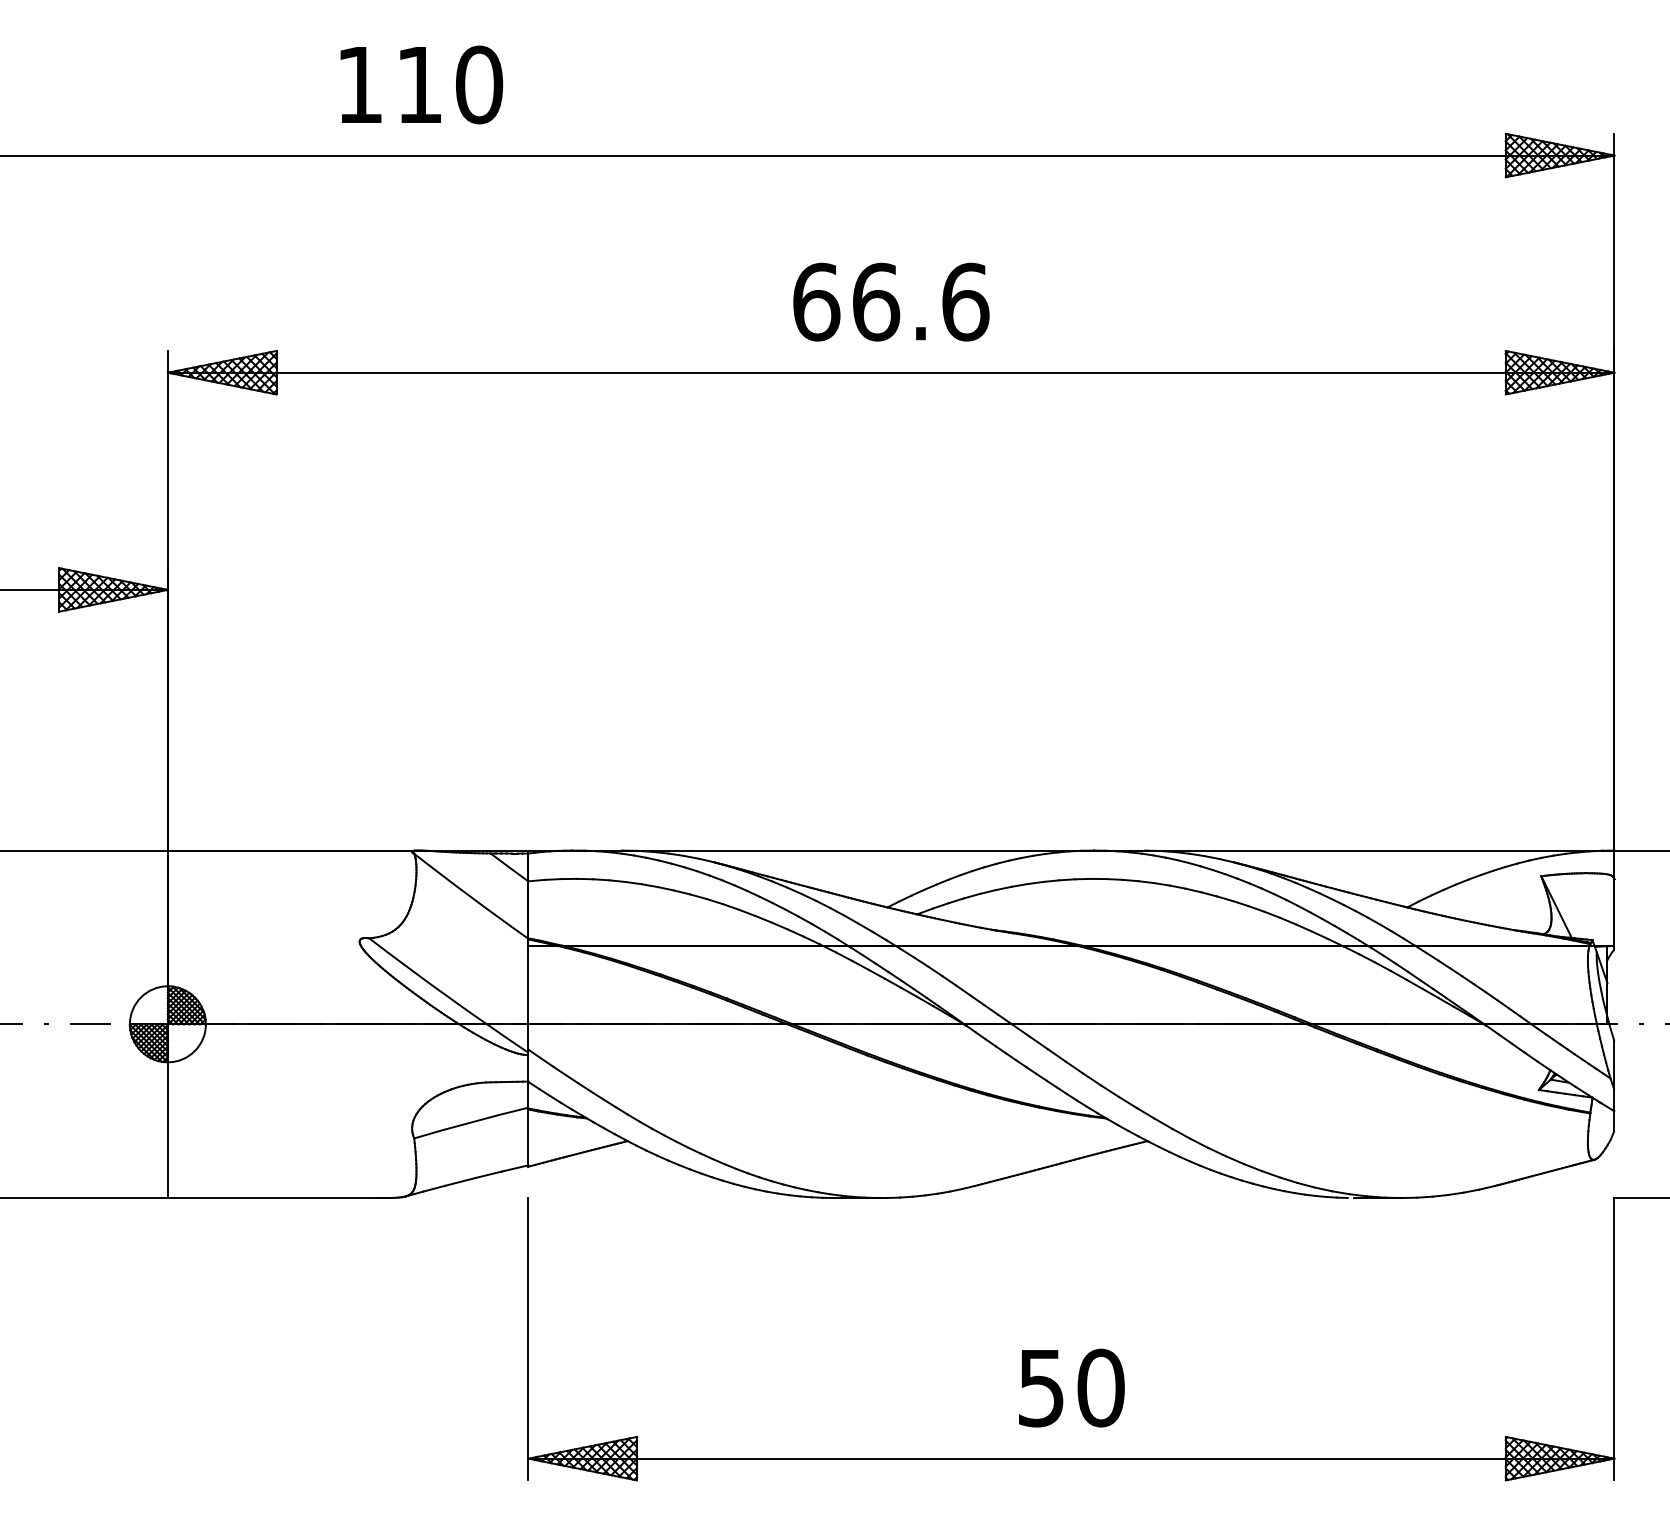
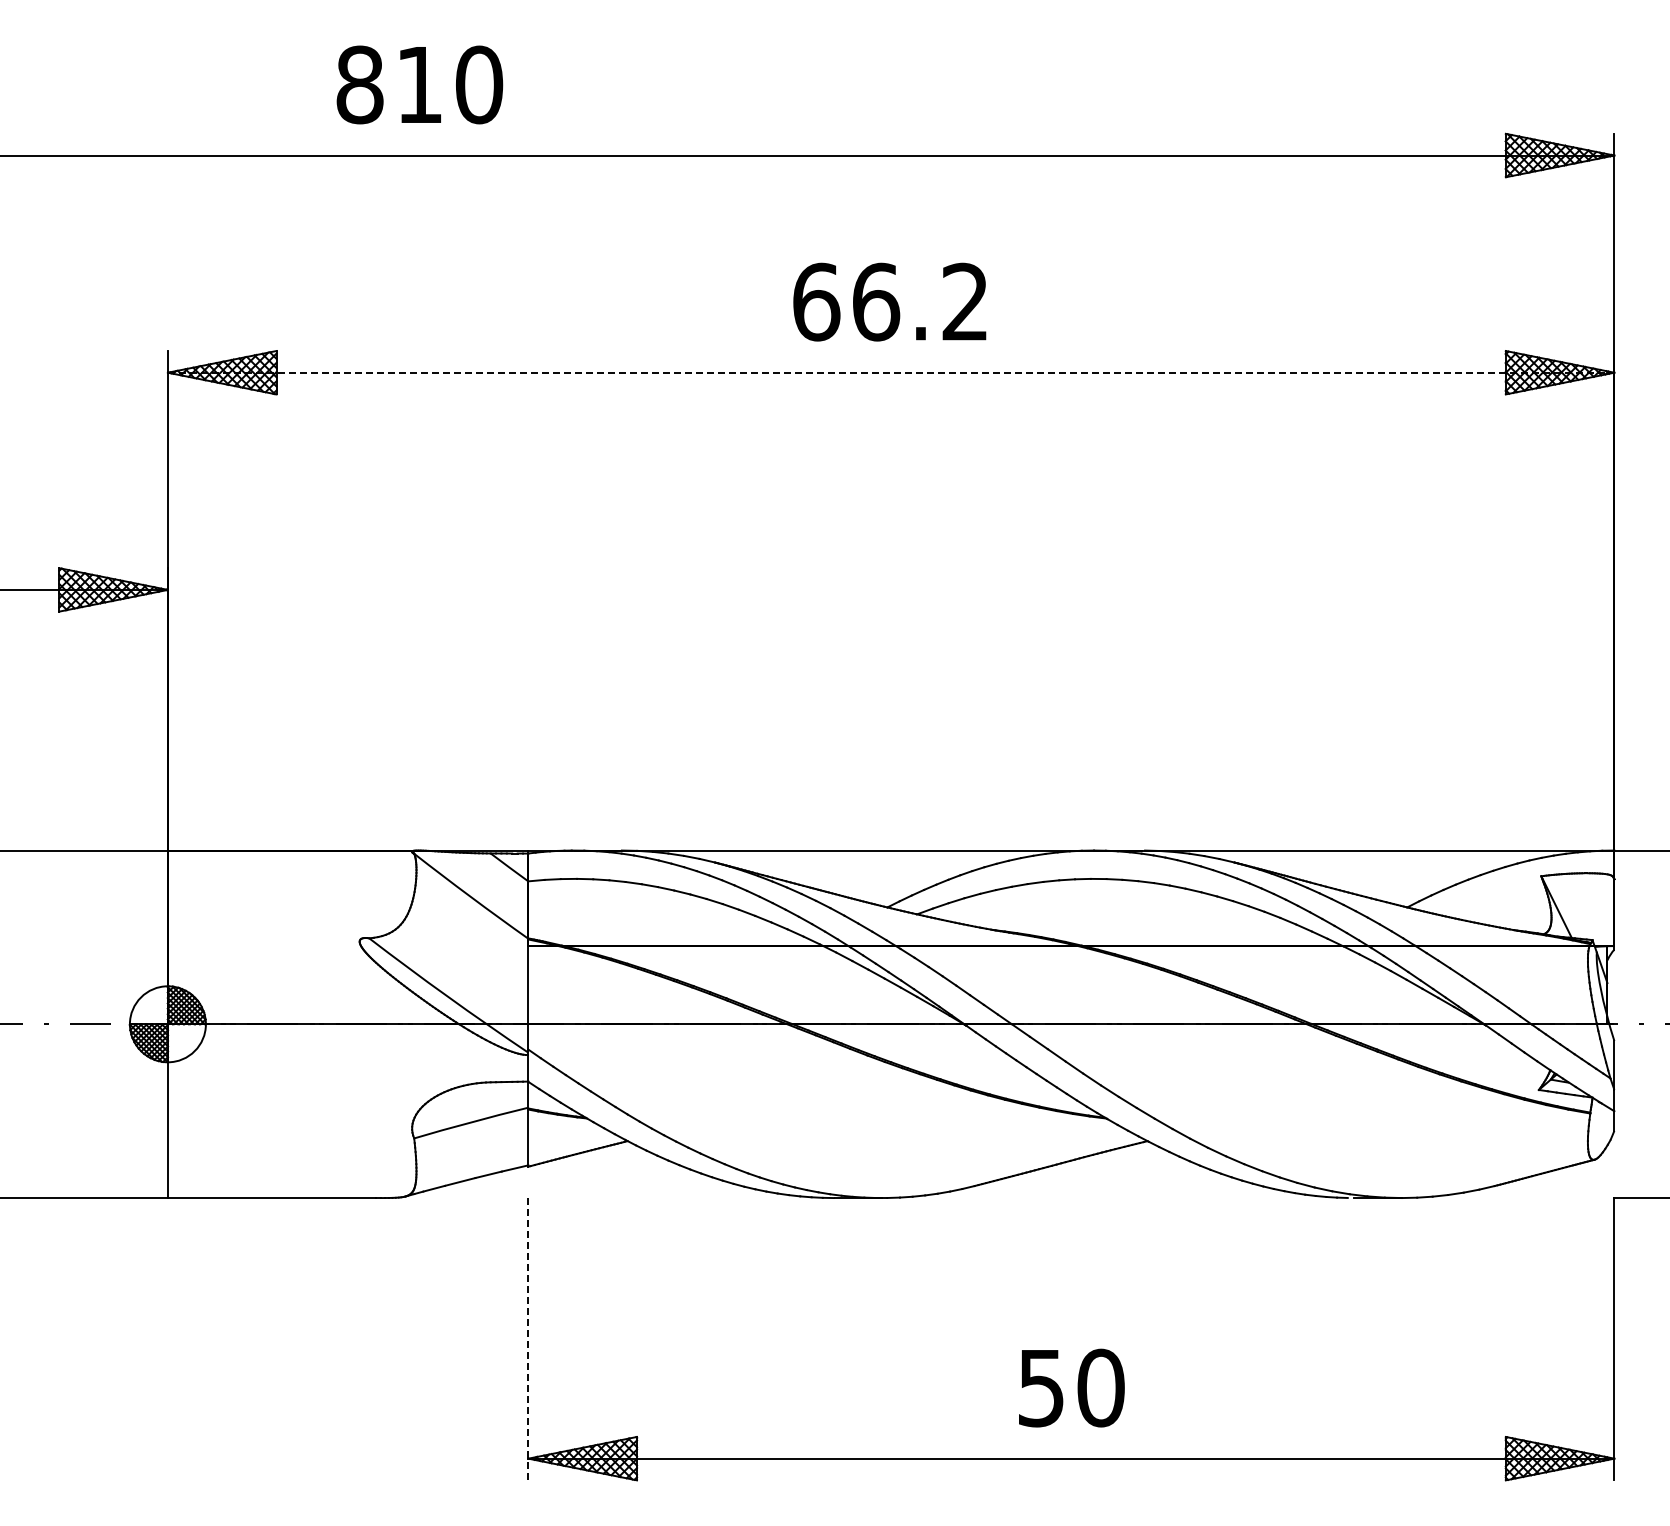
text at (359, 84): 110 -> 810
text at (965, 301): 66.6 -> 66.2
line at (891, 372): solid -> dashed
line at (528, 1339): solid -> dashed
